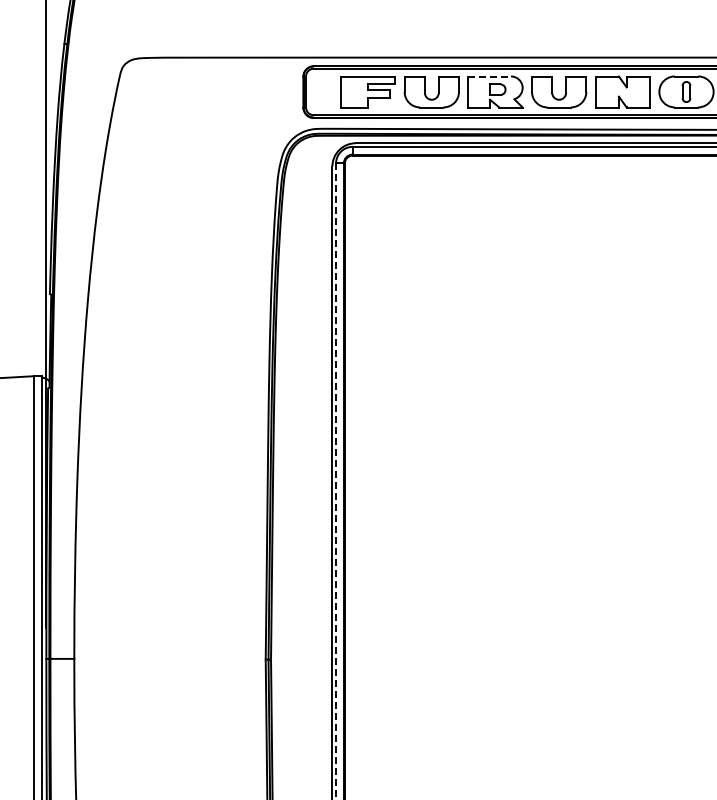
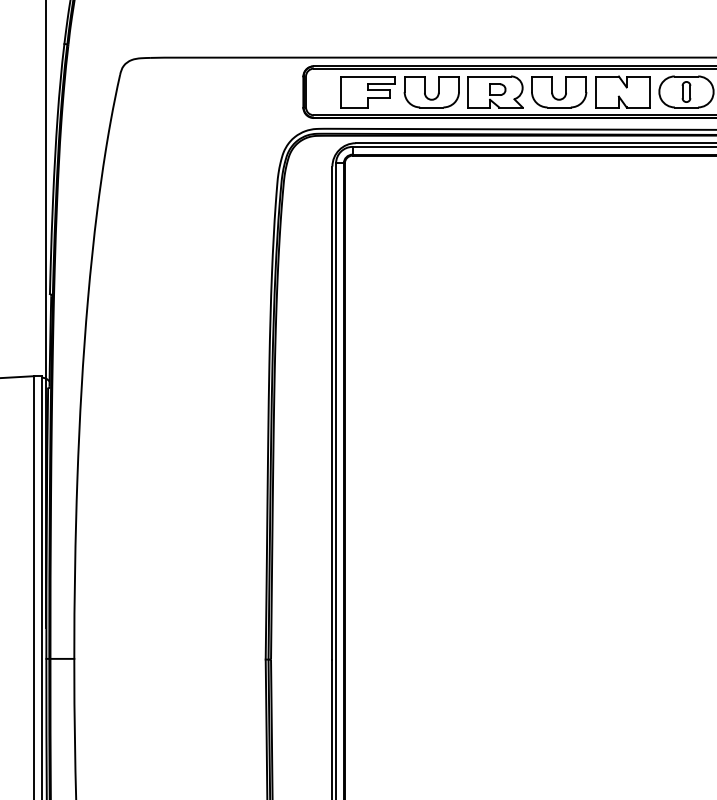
line at (490, 76): dashed -> solid
line at (336, 481): dashed -> solid
